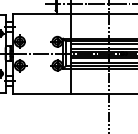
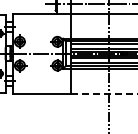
line at (104, 93): solid -> dashed
